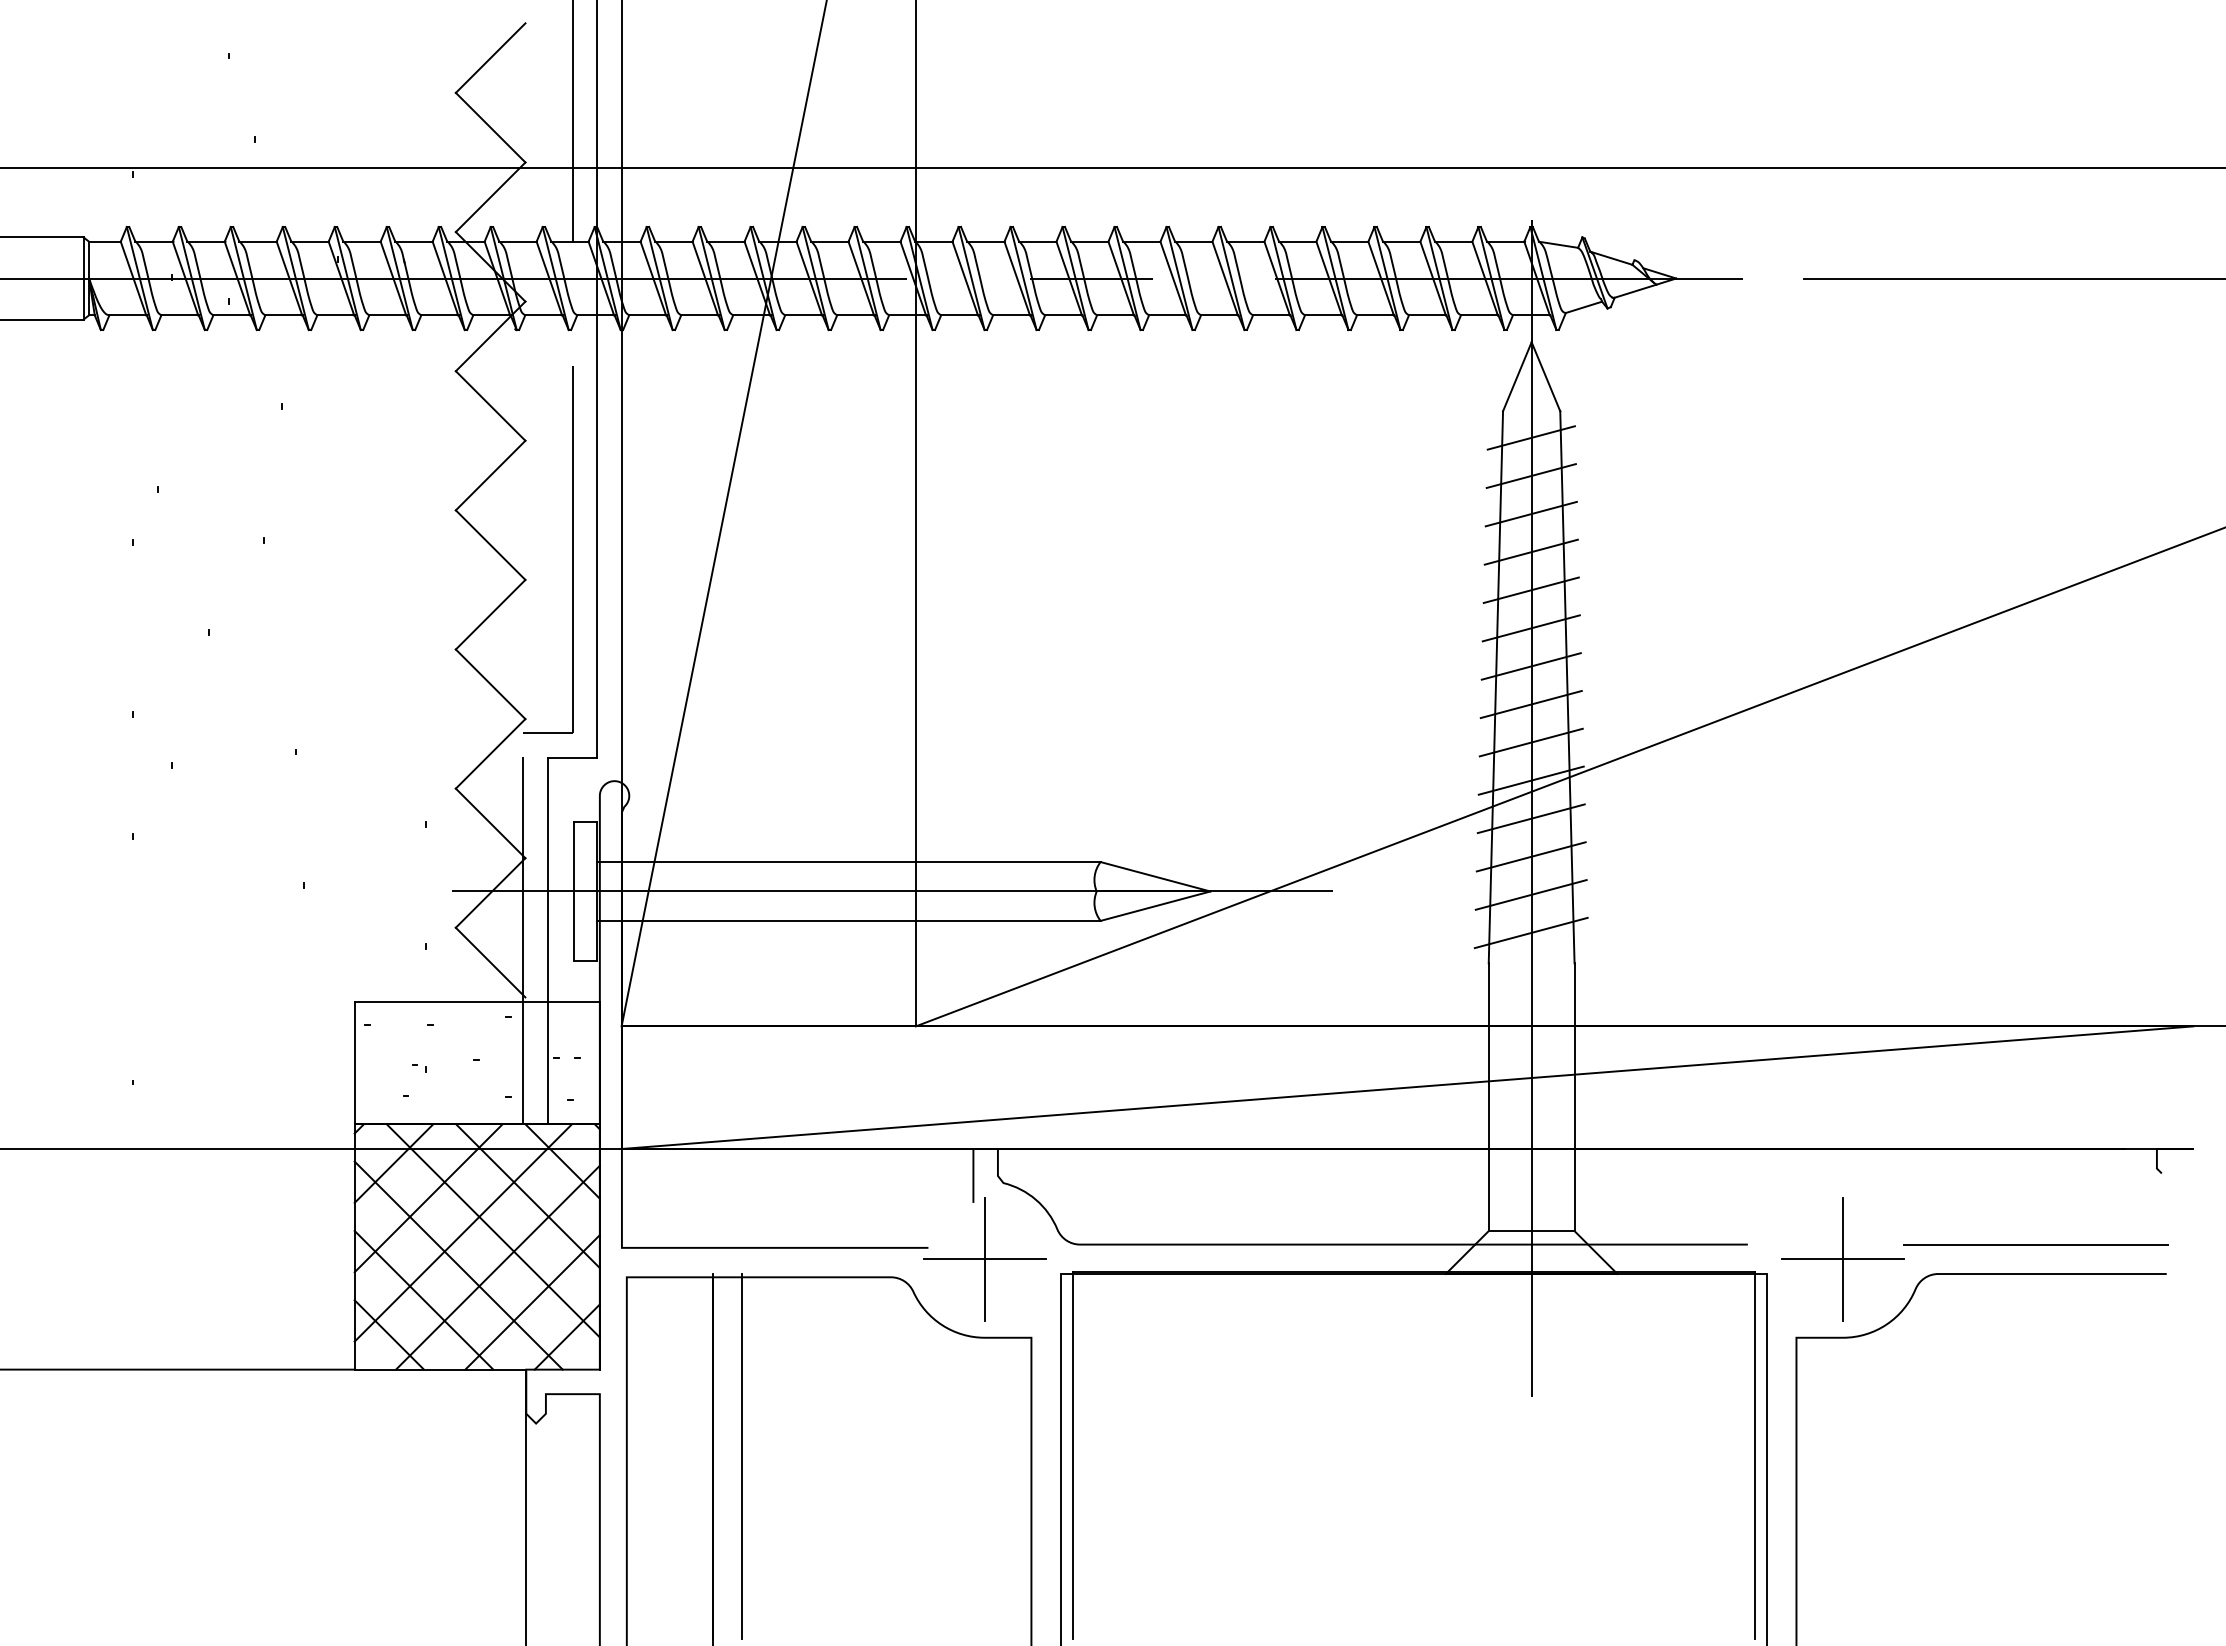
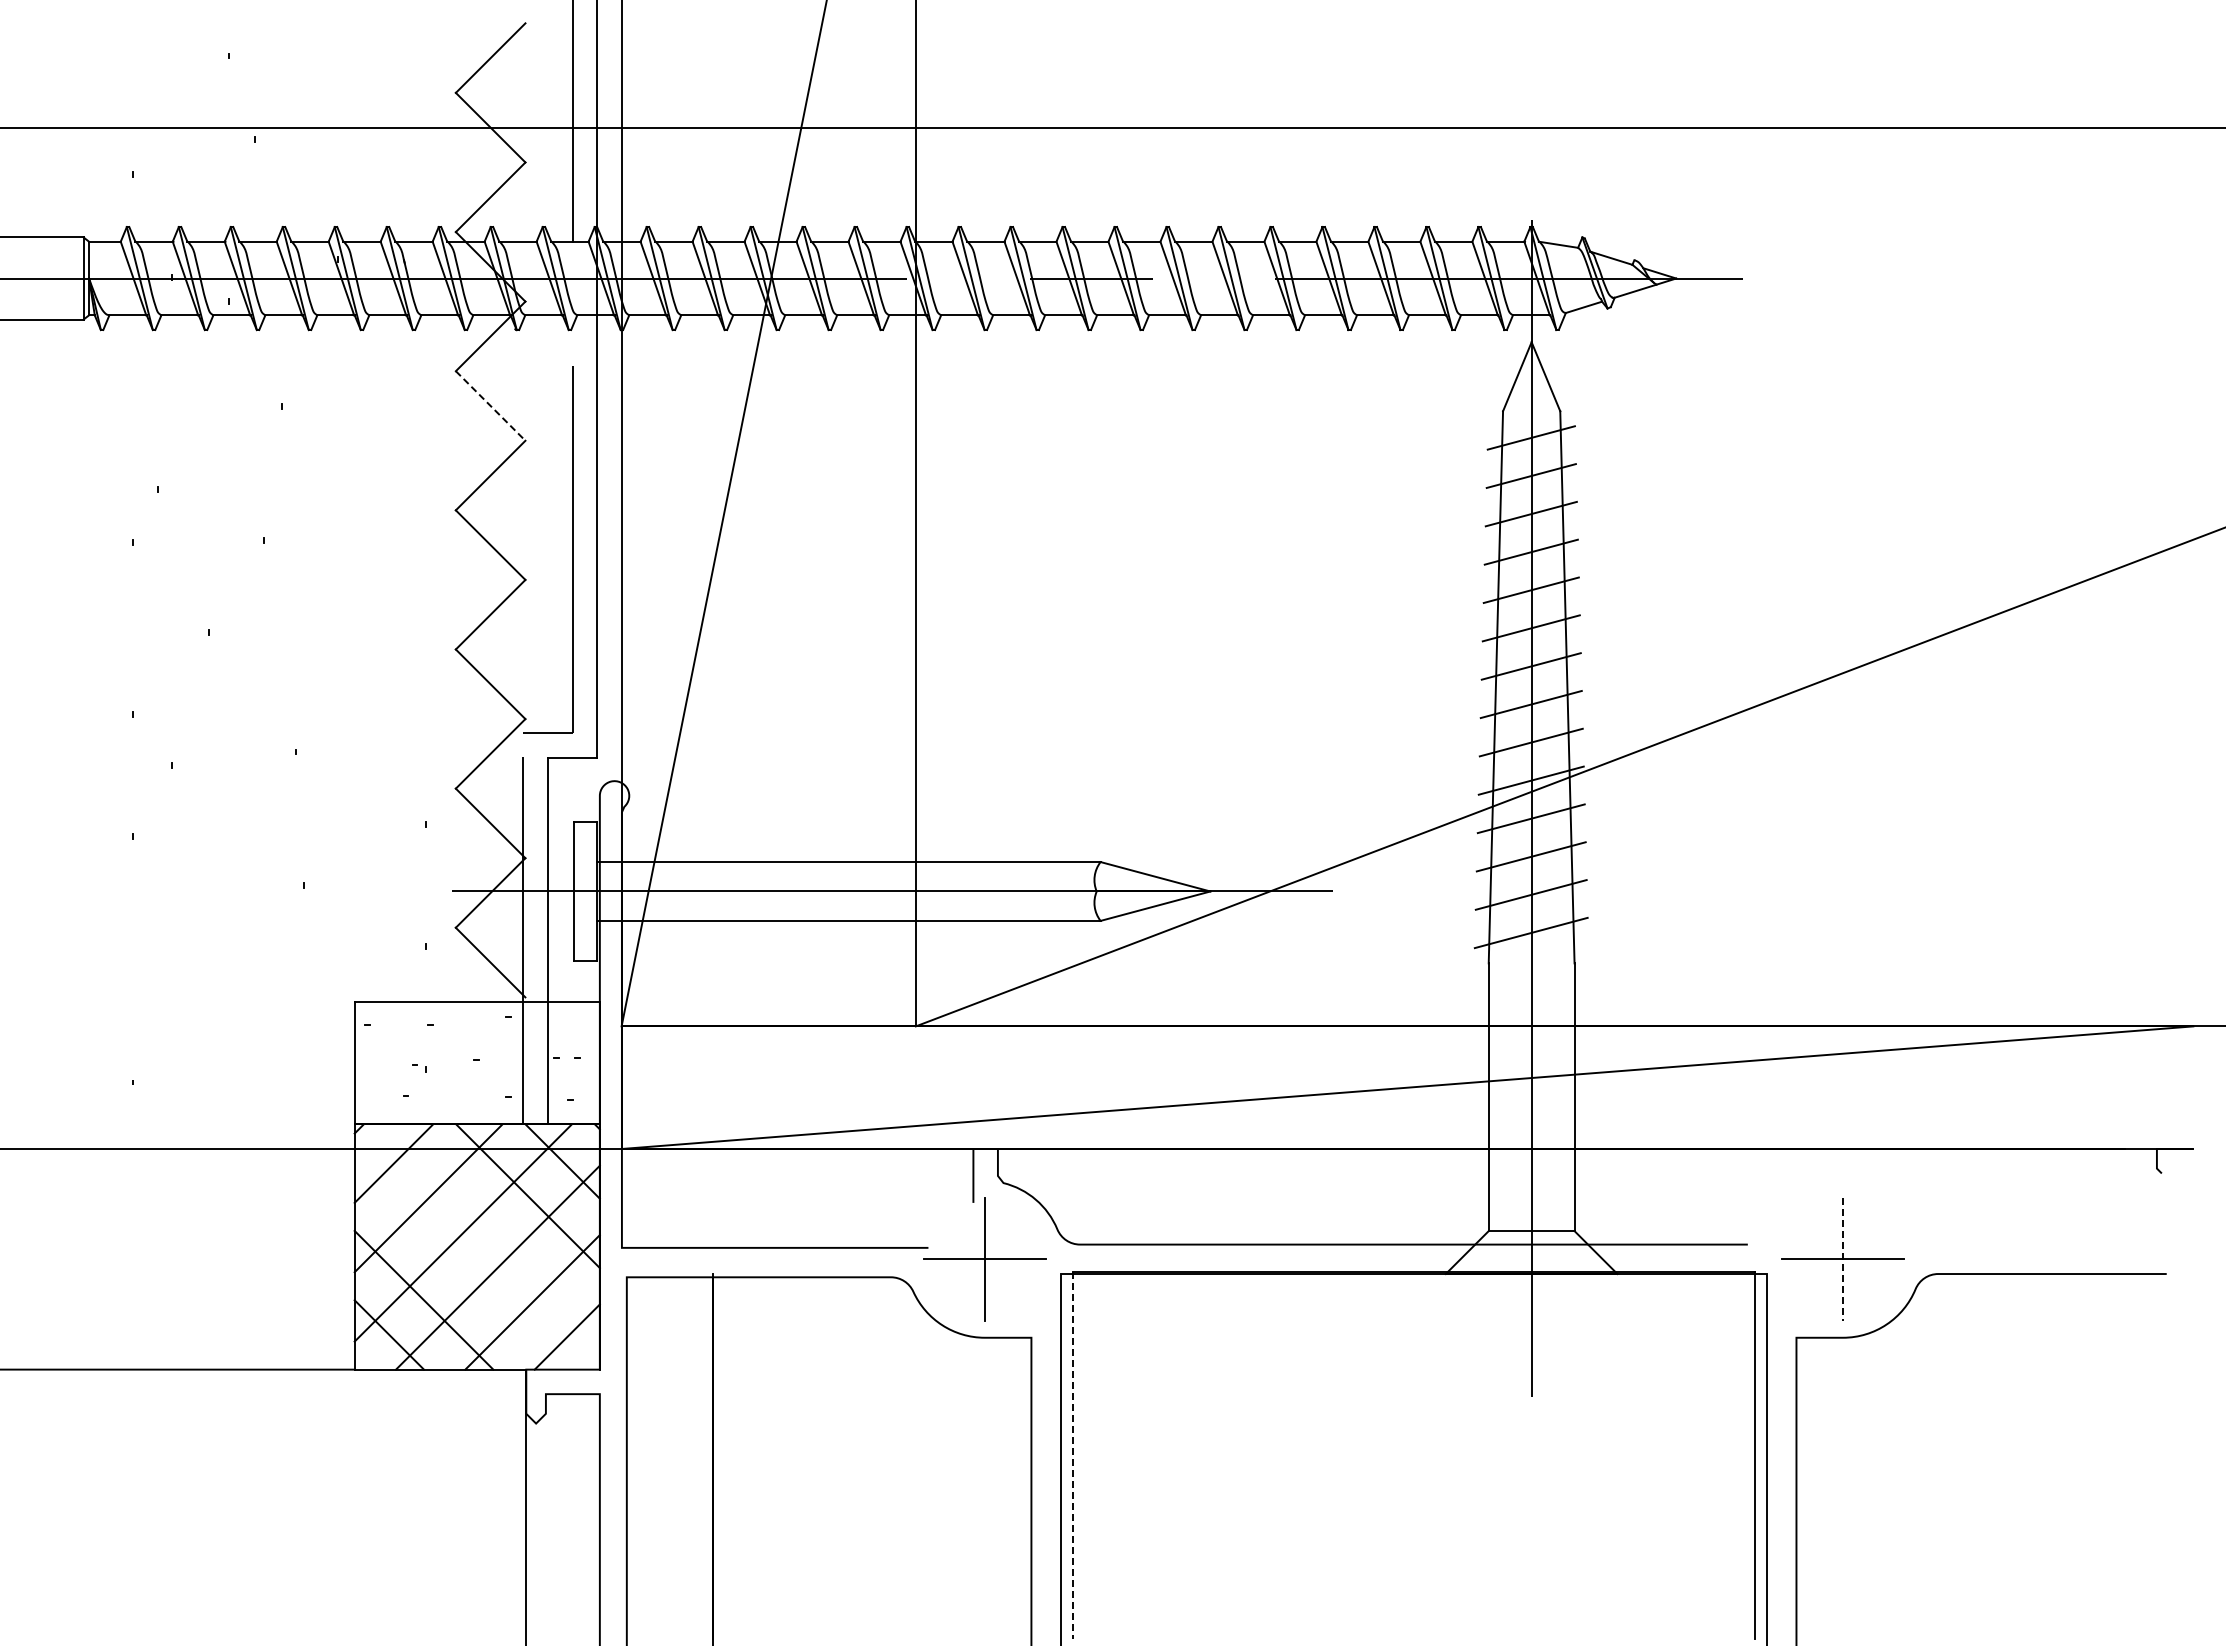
line at (1112, 168) position: (1112, 168) -> (1112, 128)
line at (2013, 278): present -> none
line at (491, 406): solid -> dashed
line at (492, 1230): present -> none
line at (2035, 1244): present -> none
line at (1843, 1259): solid -> dashed
line at (458, 1265): present -> none
line at (1073, 1455): solid -> dashed
line at (742, 1456): present -> none
